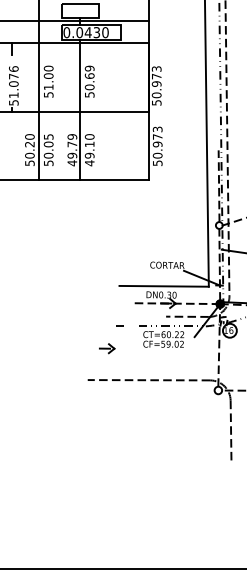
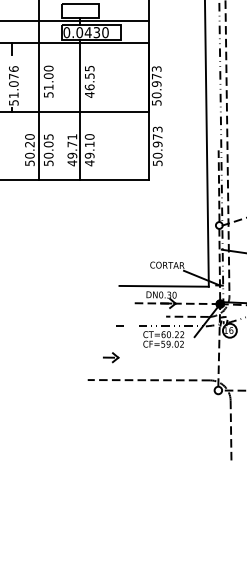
text at (89, 81): 50.69 -> 46.55
text at (72, 136): 49.79 -> 49.71
part at (107, 348) position: (107, 348) -> (111, 357)
line at (122, 569): present -> none
